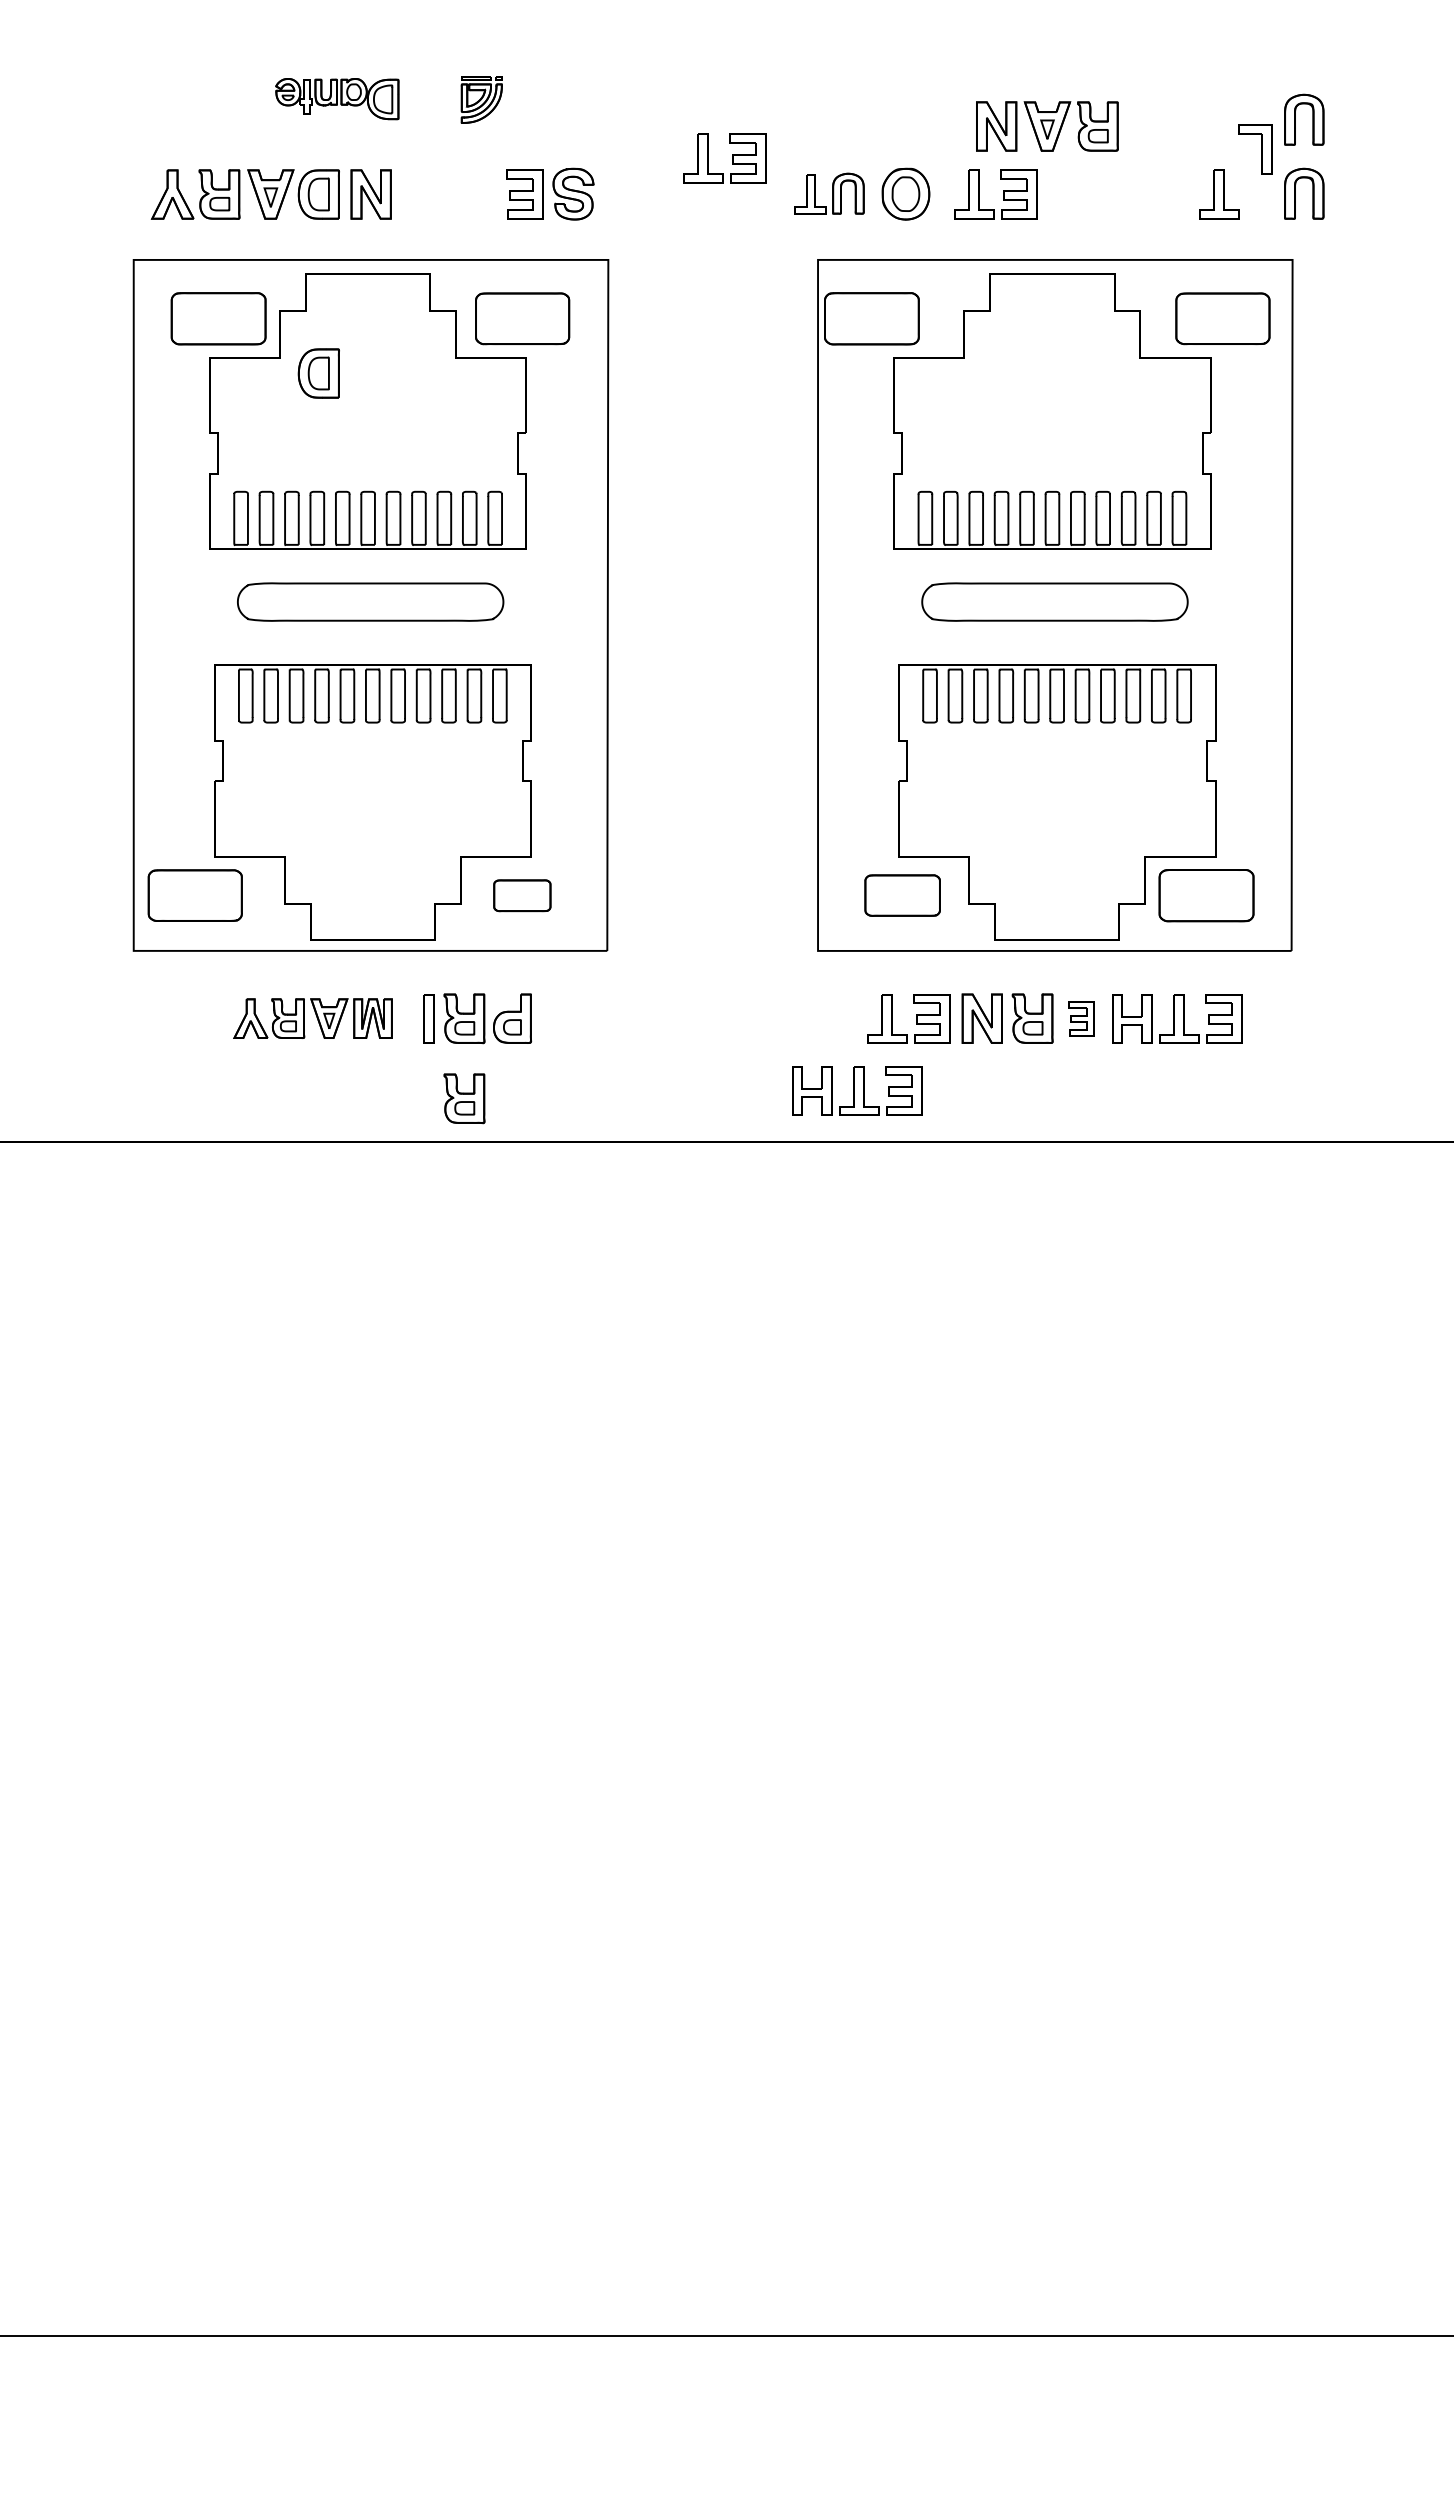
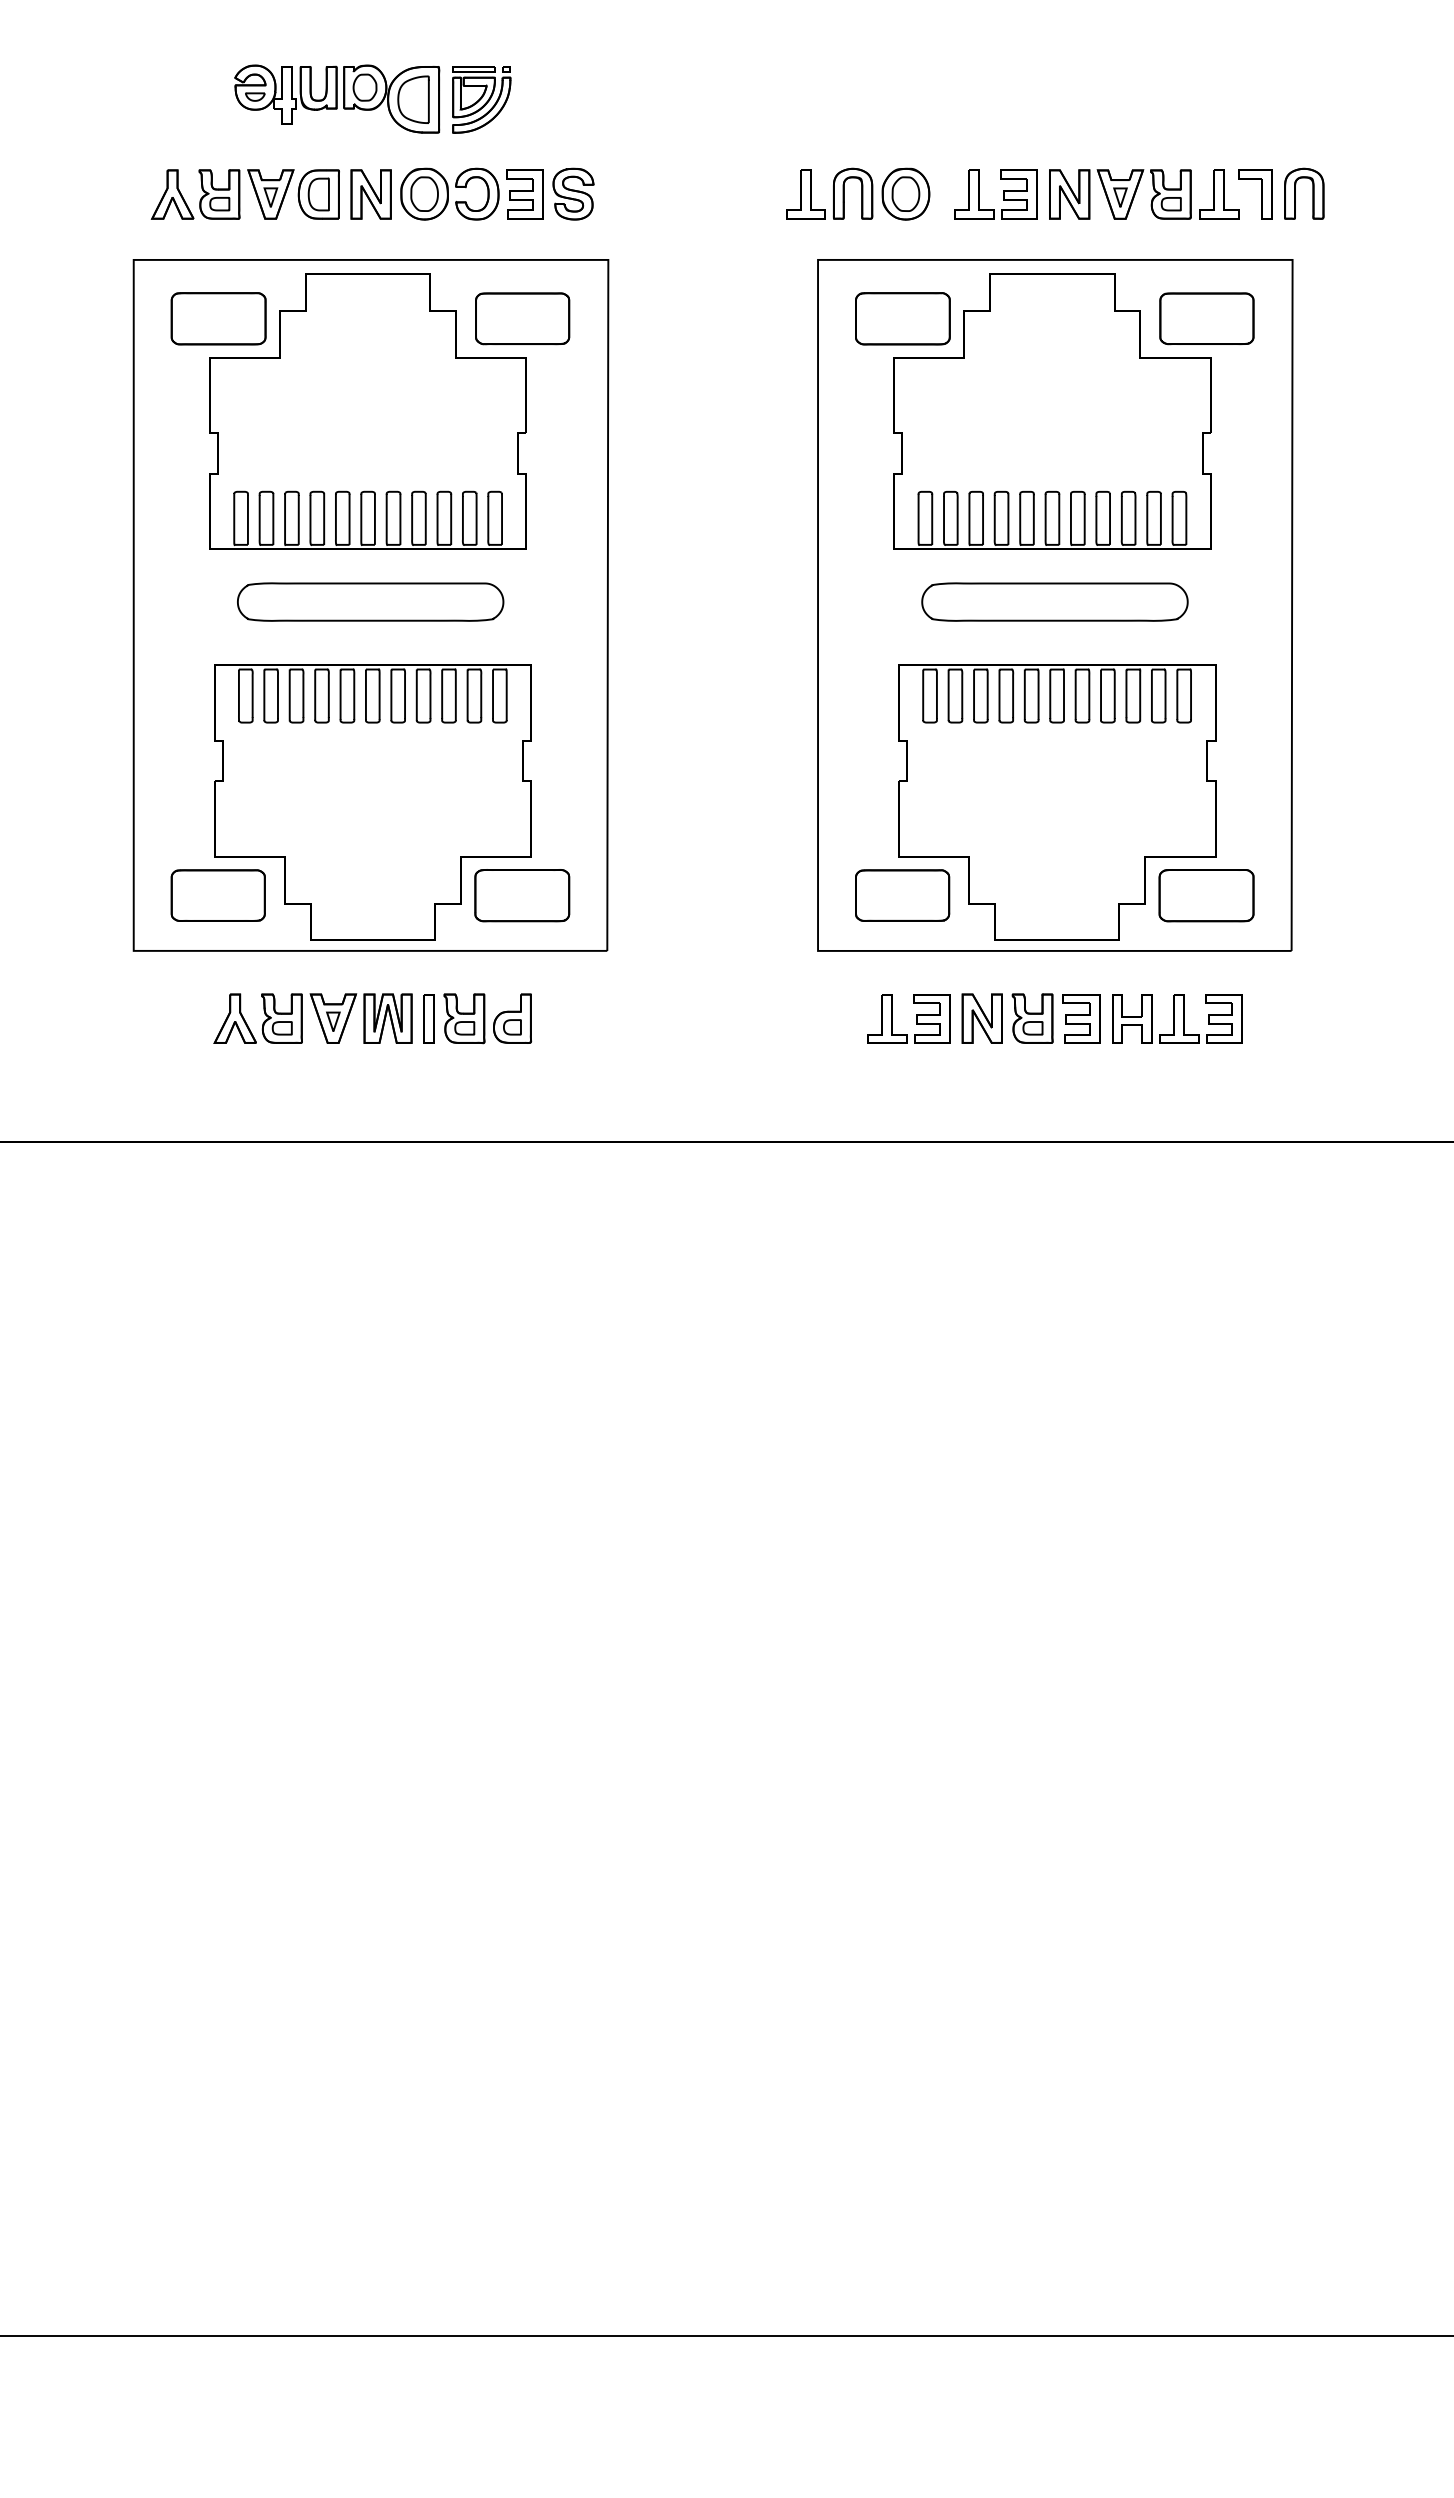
part at (337, 99) size: 125x43 px -> 207x70 px
part at (481, 99) size: 43x48 px -> 60x68 px
part at (1312, 119): present -> none
part at (1047, 126) position: (1047, 126) -> (1120, 194)
part at (1255, 149) position: (1255, 149) -> (1255, 194)
part at (732, 158): present -> none
part at (449, 193): none -> present
part at (829, 193) size: 71x43 px -> 88x53 px
part at (871, 318) position: (871, 318) -> (902, 318)
part at (1222, 318) position: (1222, 318) -> (1206, 318)
part at (318, 373): present -> none
part at (194, 895) position: (194, 895) -> (217, 895)
part at (522, 895) size: 59x34 px -> 97x54 px
part at (902, 895) size: 77x43 px -> 96x53 px
part at (312, 1018) size: 160x41 px -> 200x51 px
part at (1081, 1018) size: 27x36 px -> 39x50 px
part at (857, 1090): present -> none
part at (464, 1098): present -> none
